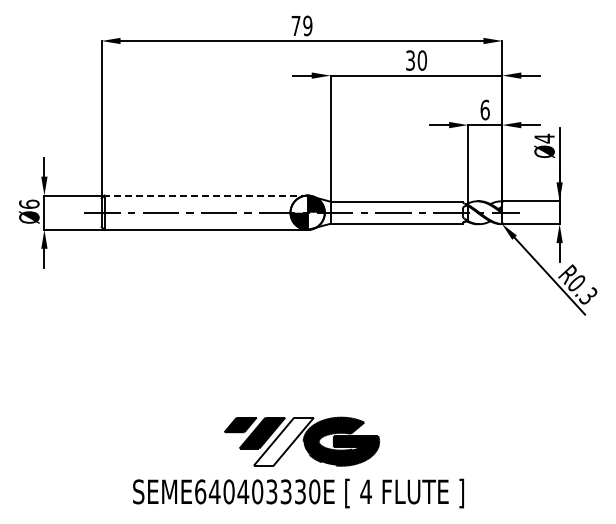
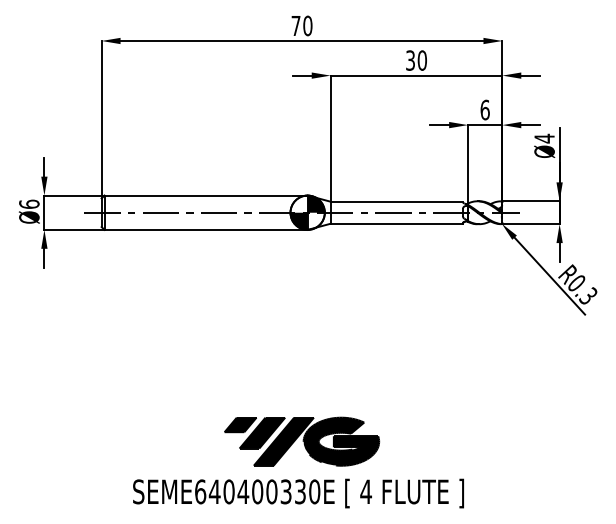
text at (307, 26): 79 -> 70
line at (206, 195): dashed -> solid
fill at (283, 441): none -> present
text at (271, 491): SEME640403330E -> SEME640400330E
